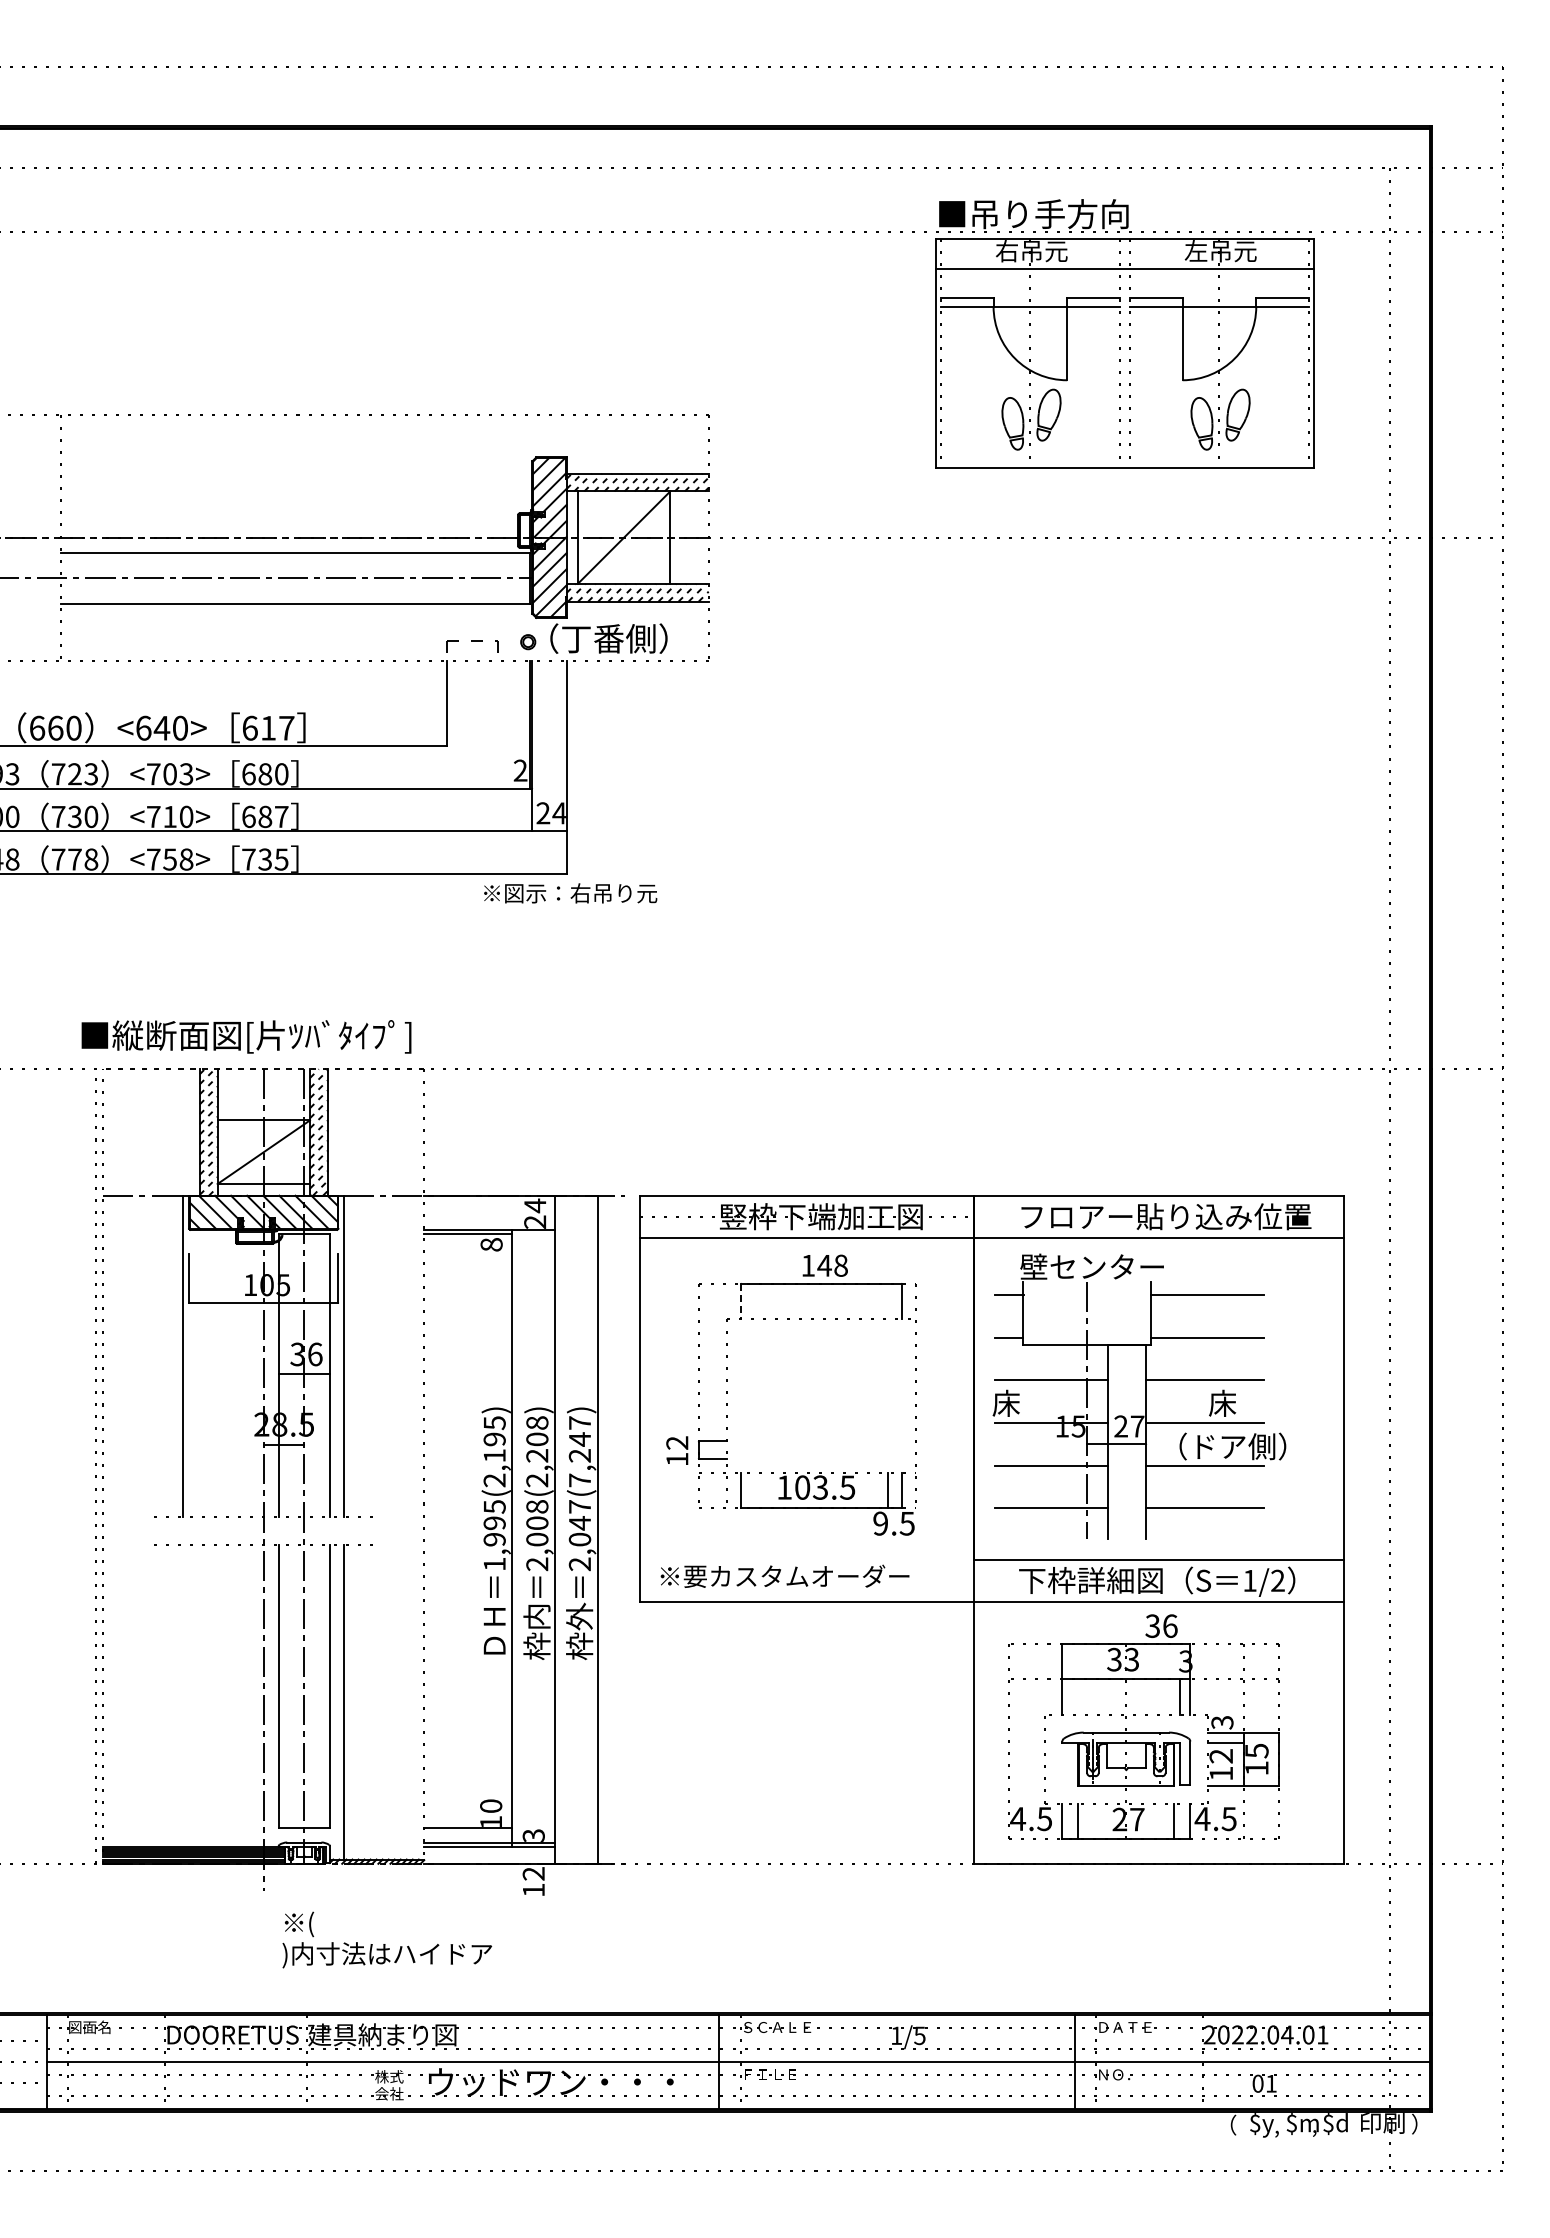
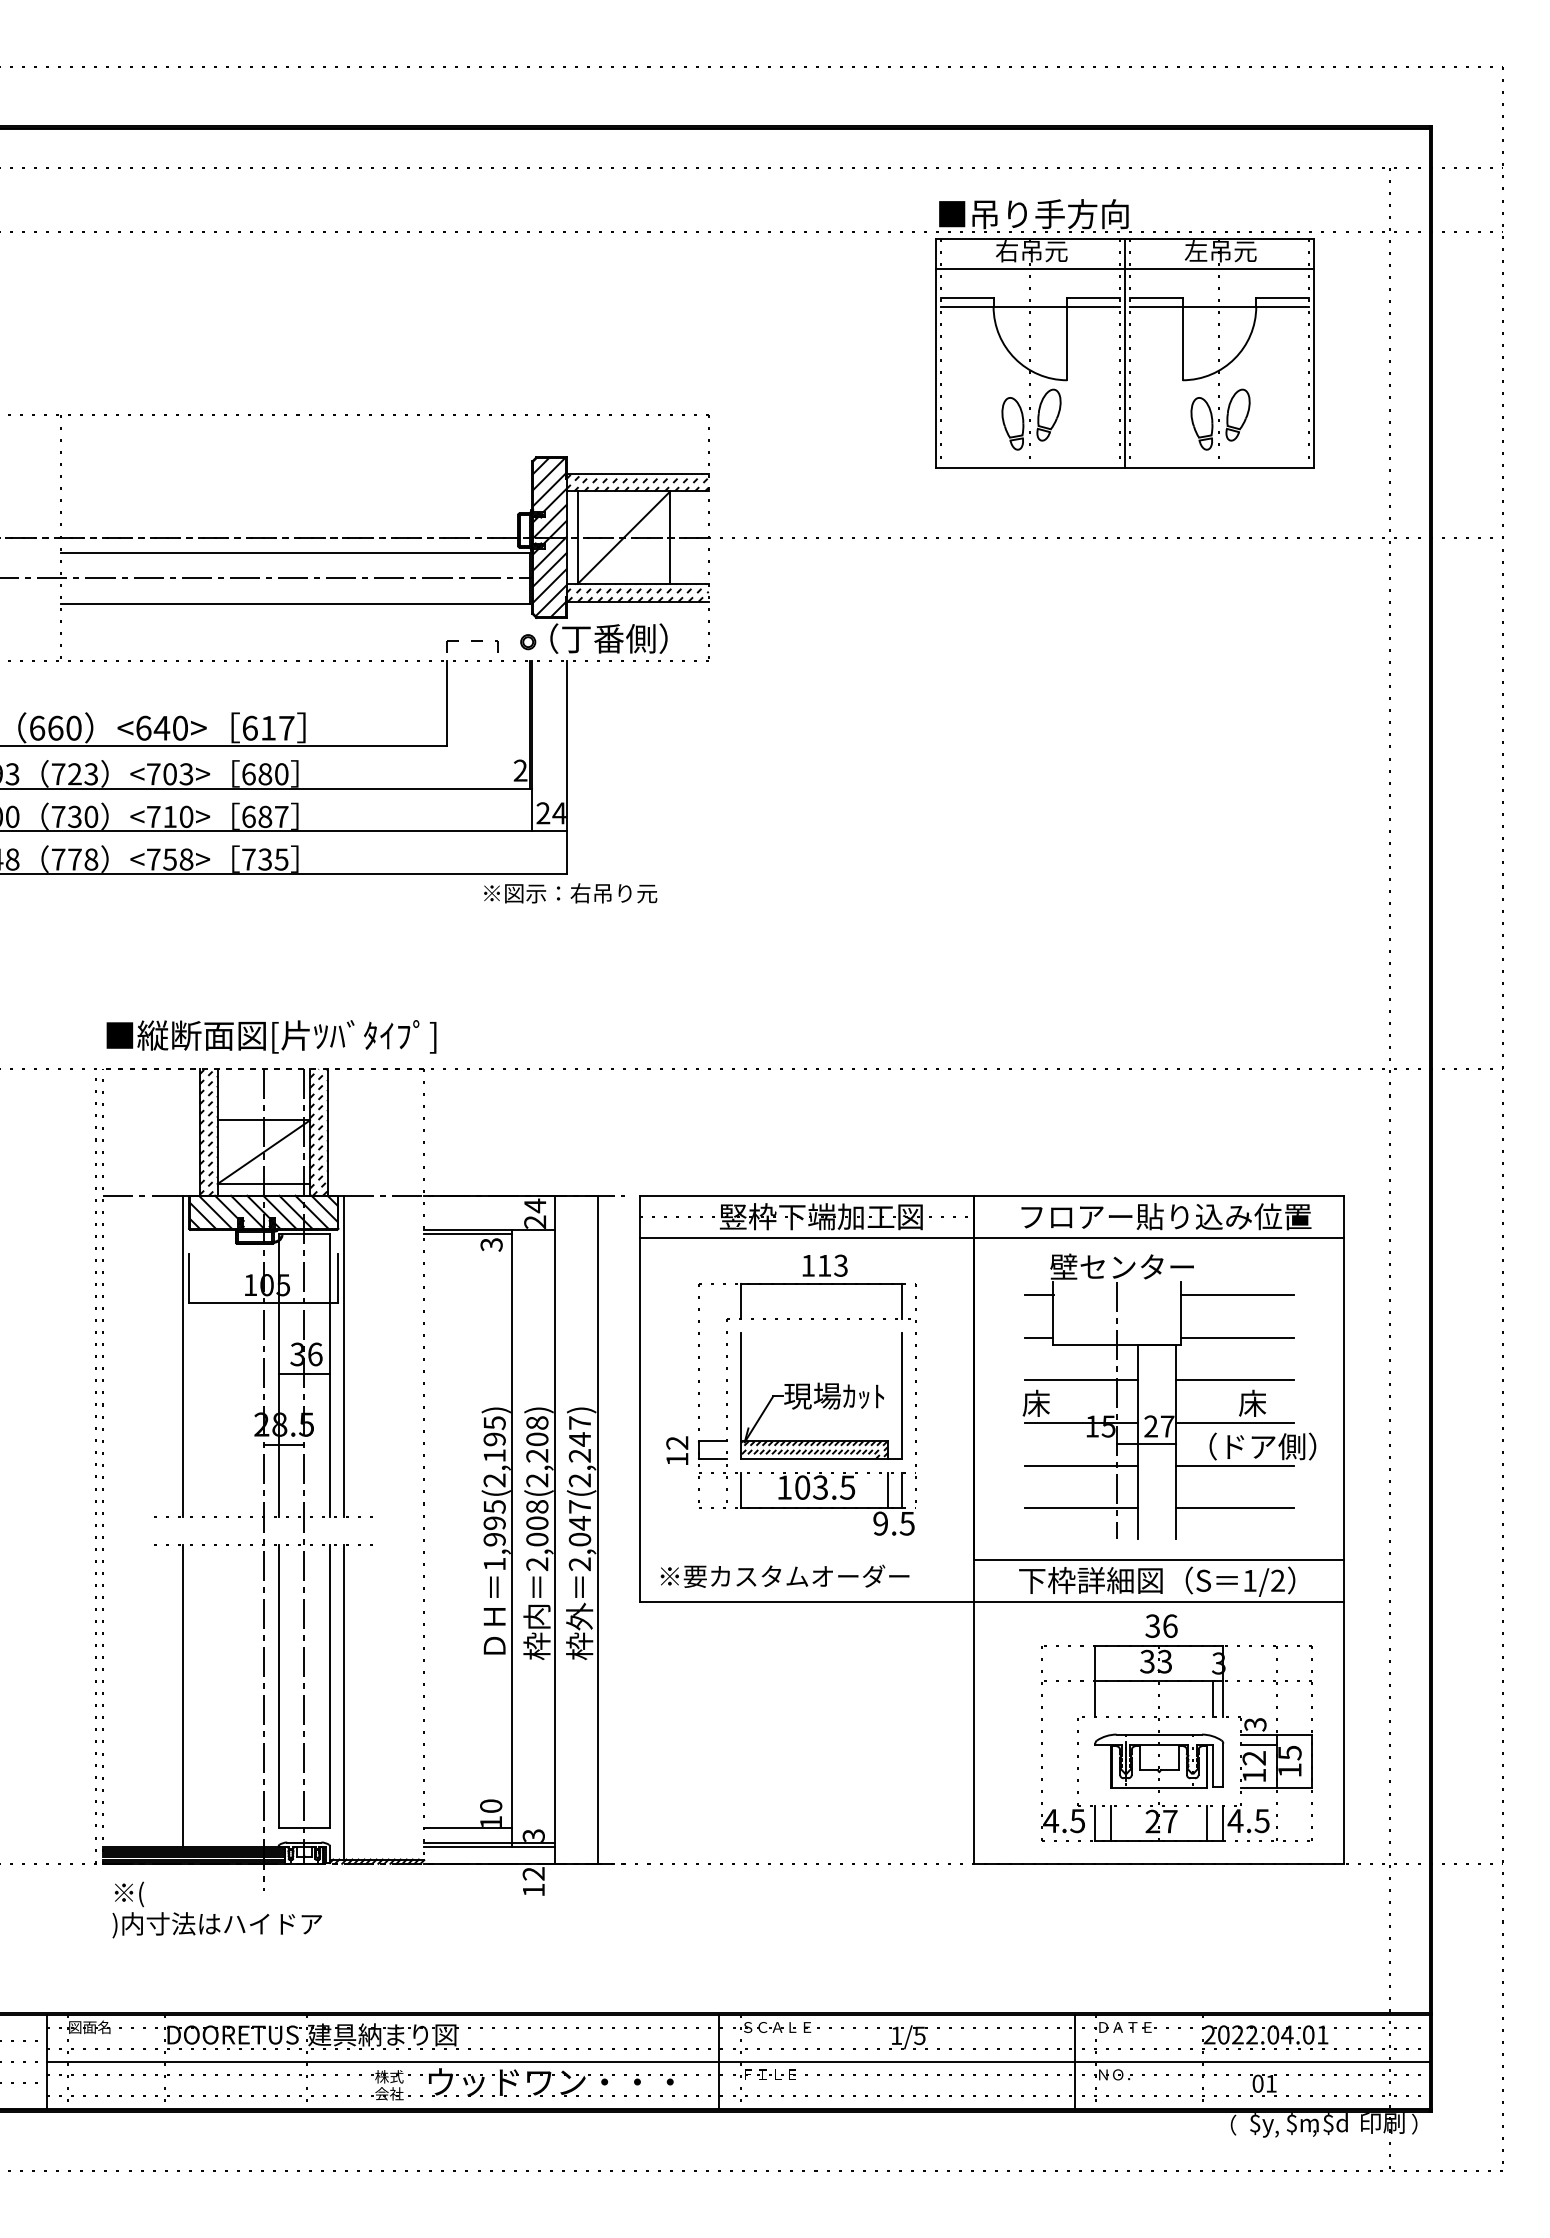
line at (1124, 352): none -> present
text at (246, 1036) position: (246, 1036) -> (271, 1036)
text at (491, 1244): 8 -> 3
text at (832, 1265): 148 -> 113
line at (741, 1301): dashed -> solid
part at (821, 1395): none -> present
part at (1139, 1396) position: (1139, 1396) -> (1169, 1396)
text at (579, 1480): 2,047(7,247) -> 2,047(2,247)
line at (183, 1695): none -> present
part at (1143, 1741) position: (1143, 1741) -> (1176, 1743)
text at (387, 1939) position: (387, 1939) -> (217, 1909)
